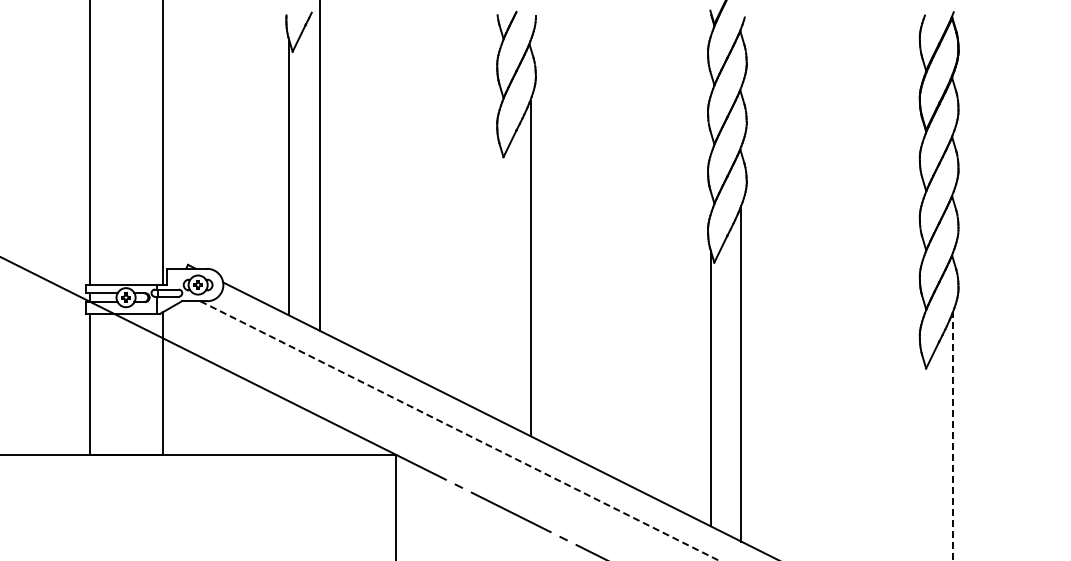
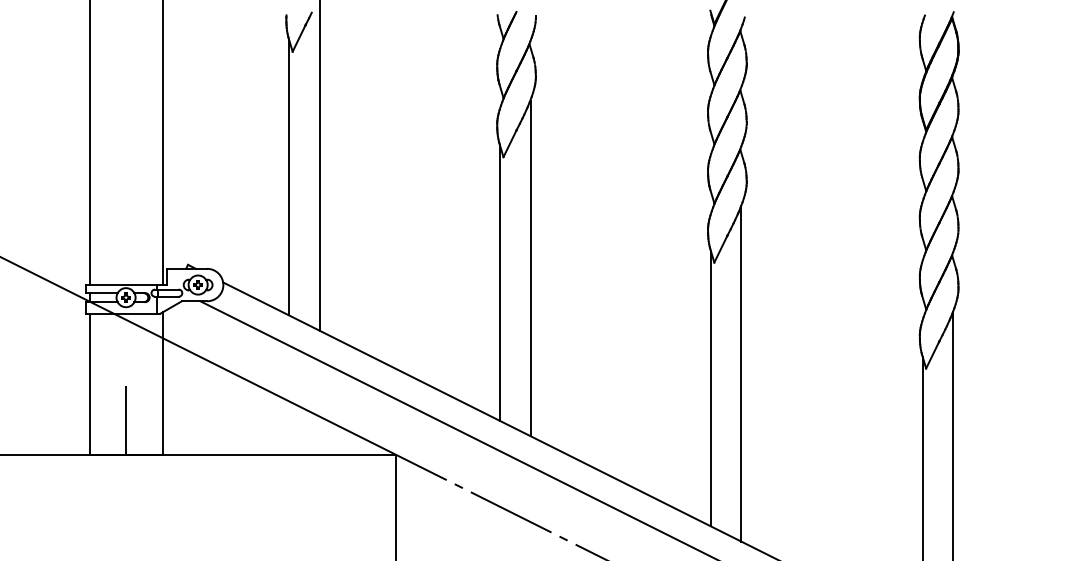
line at (500, 282): none -> present
line at (126, 420): none -> present
line at (459, 430): dashed -> solid
line at (953, 435): dashed -> solid
line at (922, 456): none -> present
